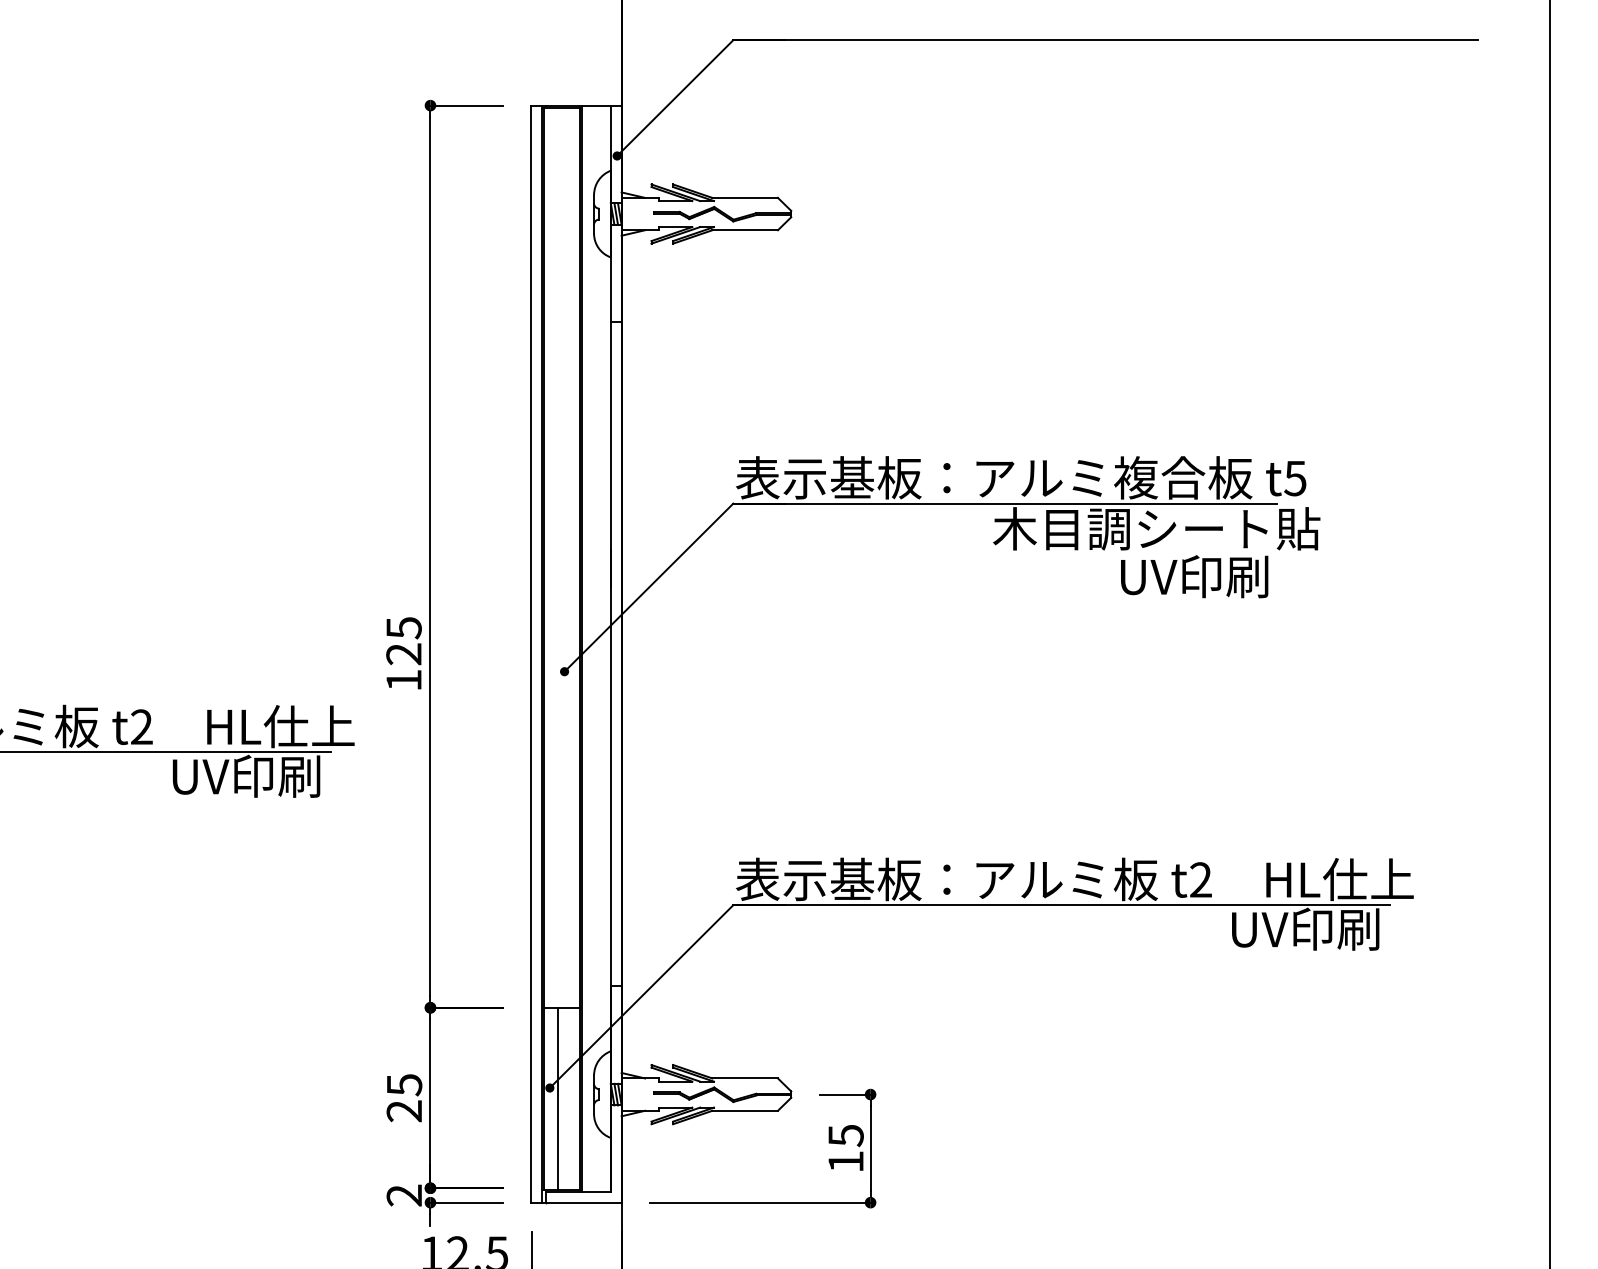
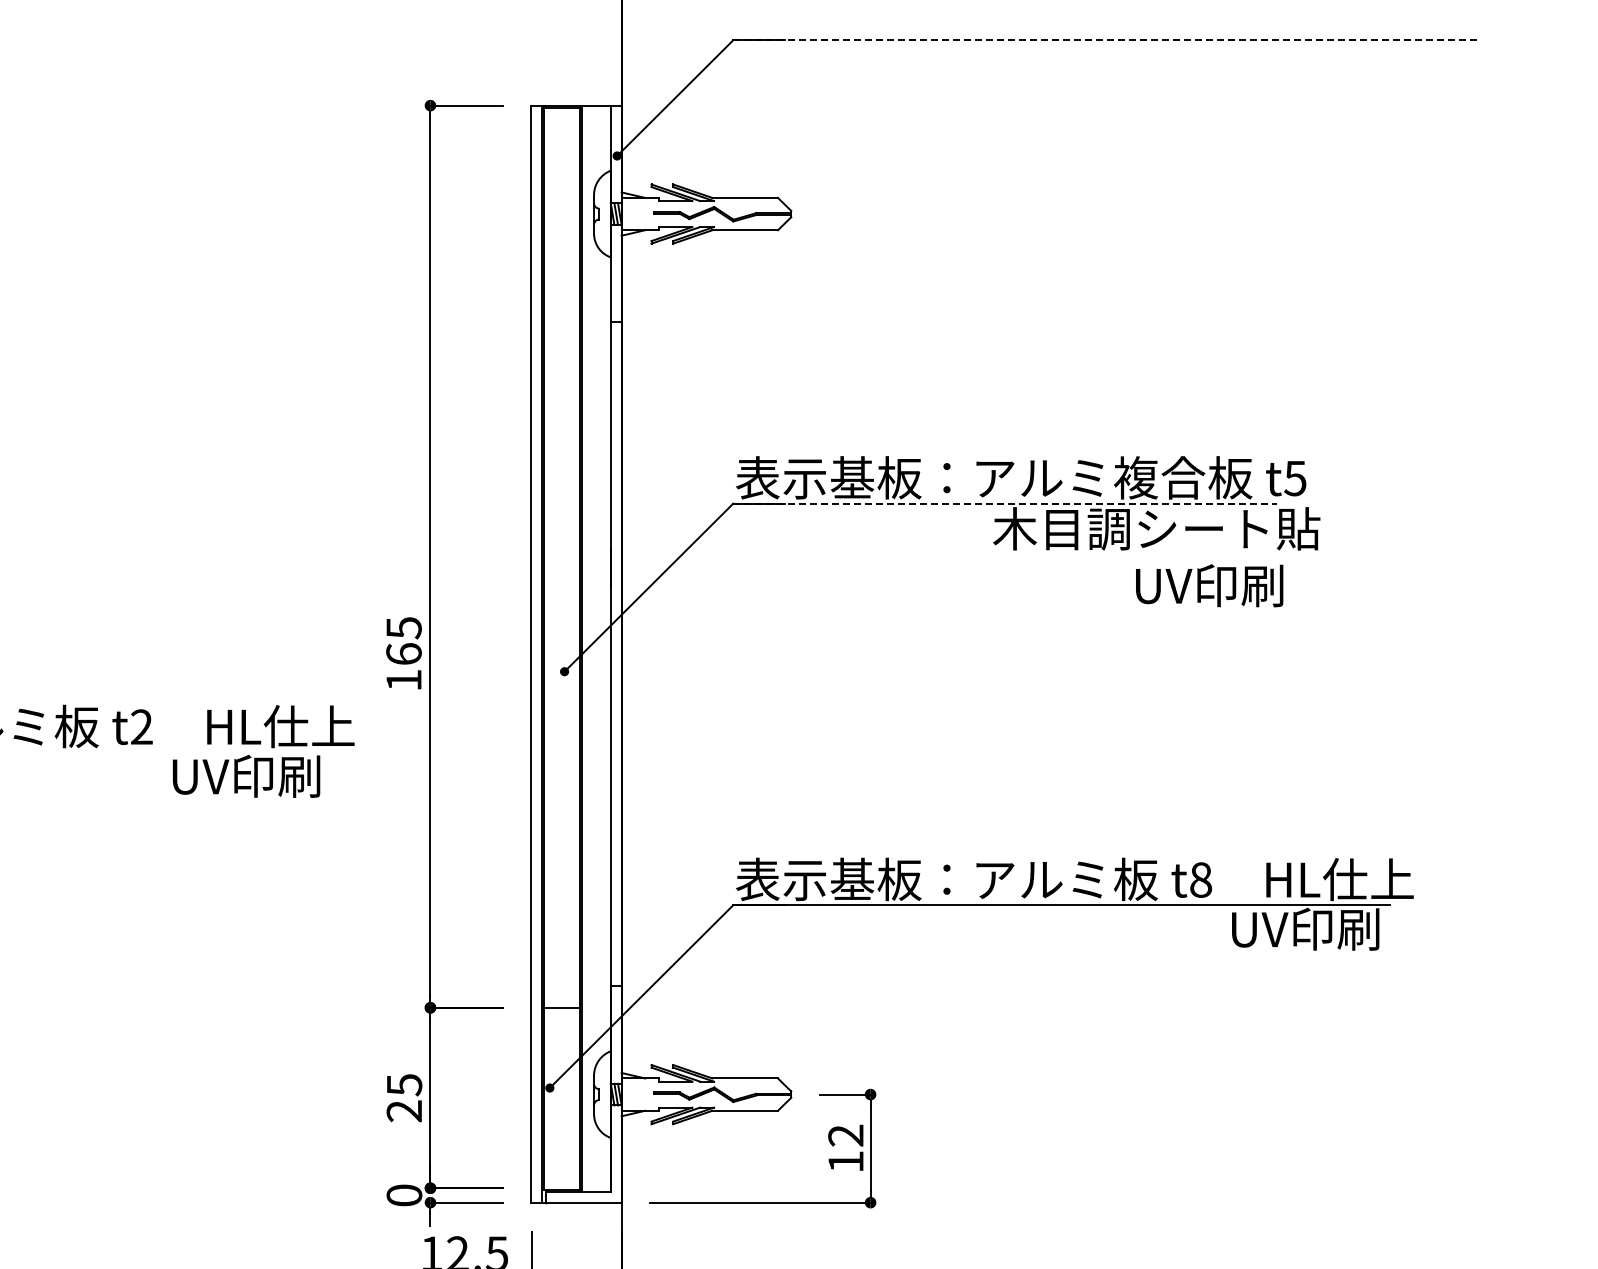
line at (1105, 40): solid -> dashed
line at (1005, 503): solid -> dashed
text at (1194, 576) position: (1194, 576) -> (1209, 585)
line at (1550, 633): present -> none
text at (403, 654): 125 -> 165
line at (166, 752): present -> none
text at (1201, 879): t2 -> t8
line at (558, 1098): present -> none
text at (845, 1135): 15 -> 12
text at (404, 1195): 2 -> 0
